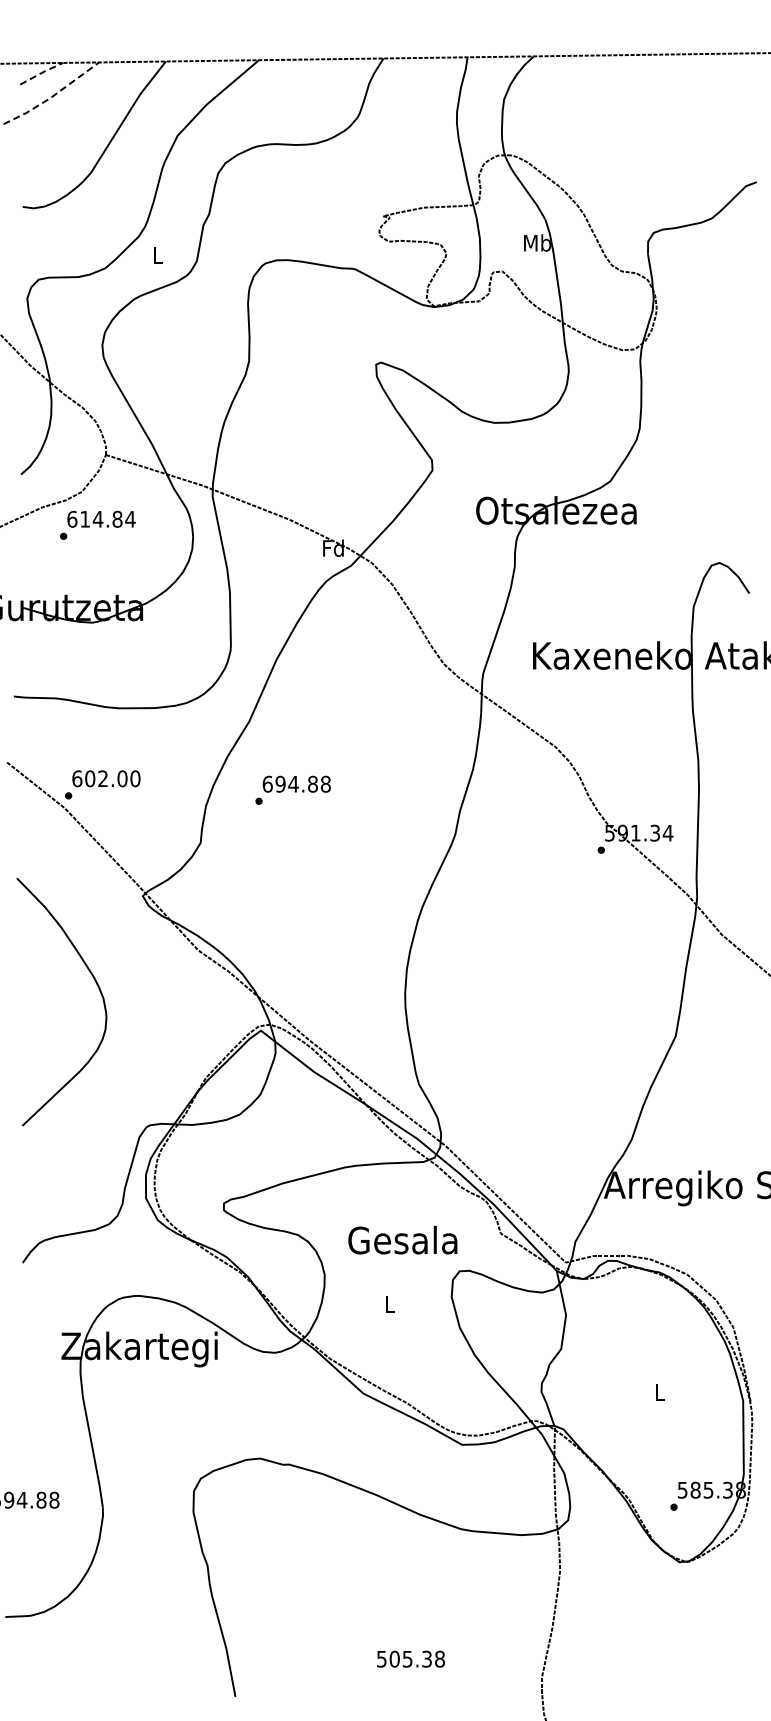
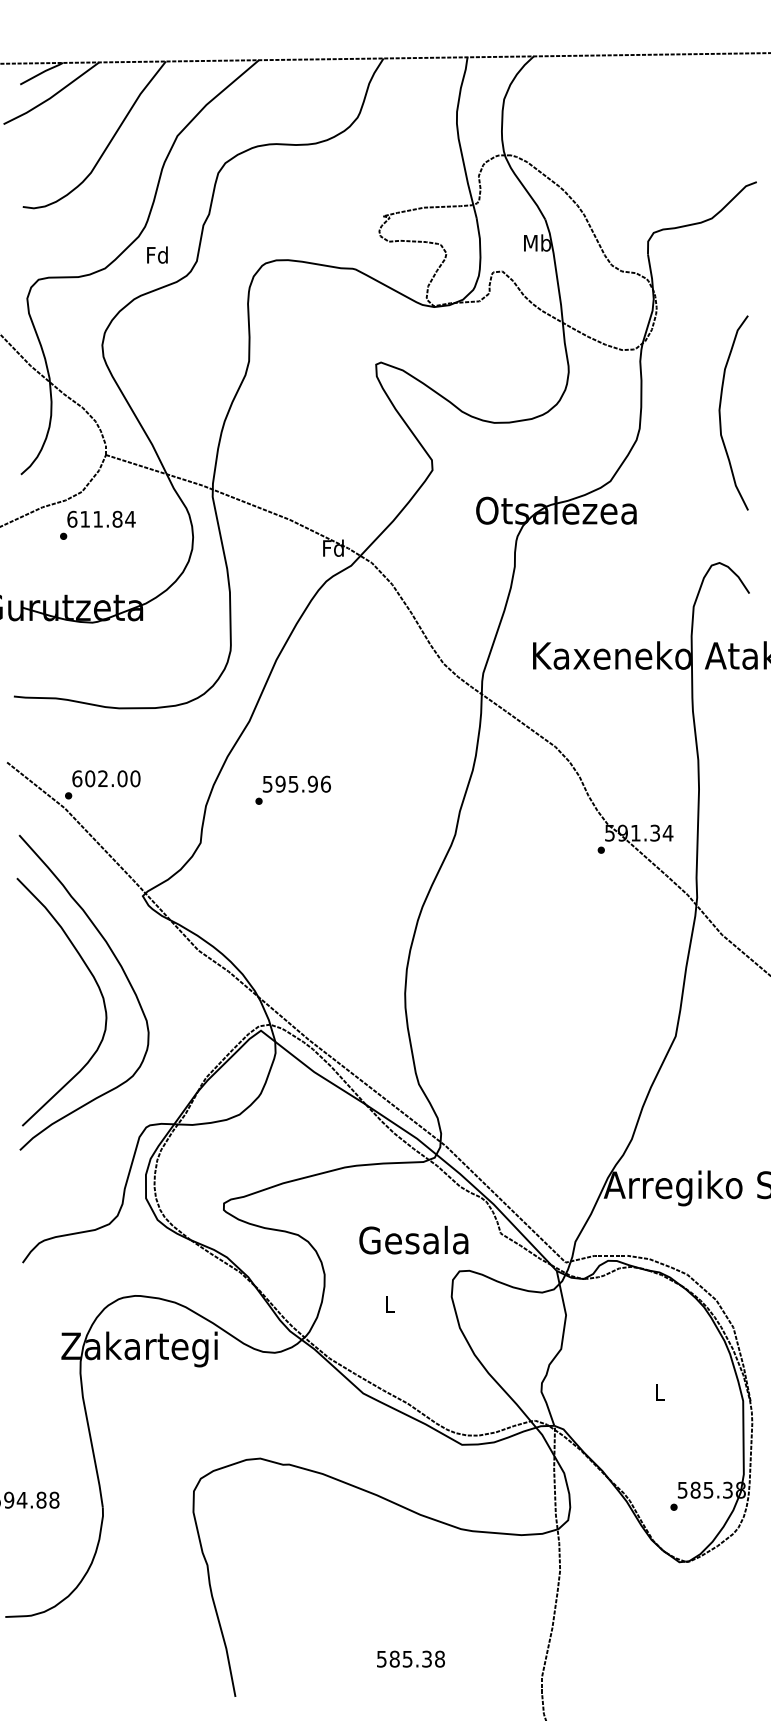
line at (43, 72): dashed -> solid
line at (52, 96): dashed -> solid
text at (157, 254): L -> Fd
curve at (720, 412): none -> present
text at (97, 519): 614.84 -> 611.84
text at (296, 783): 694.88 -> 595.96
curve at (123, 973): none -> present
text at (402, 1239) position: (402, 1239) -> (413, 1239)
text at (394, 1659): 505.38 -> 585.38
